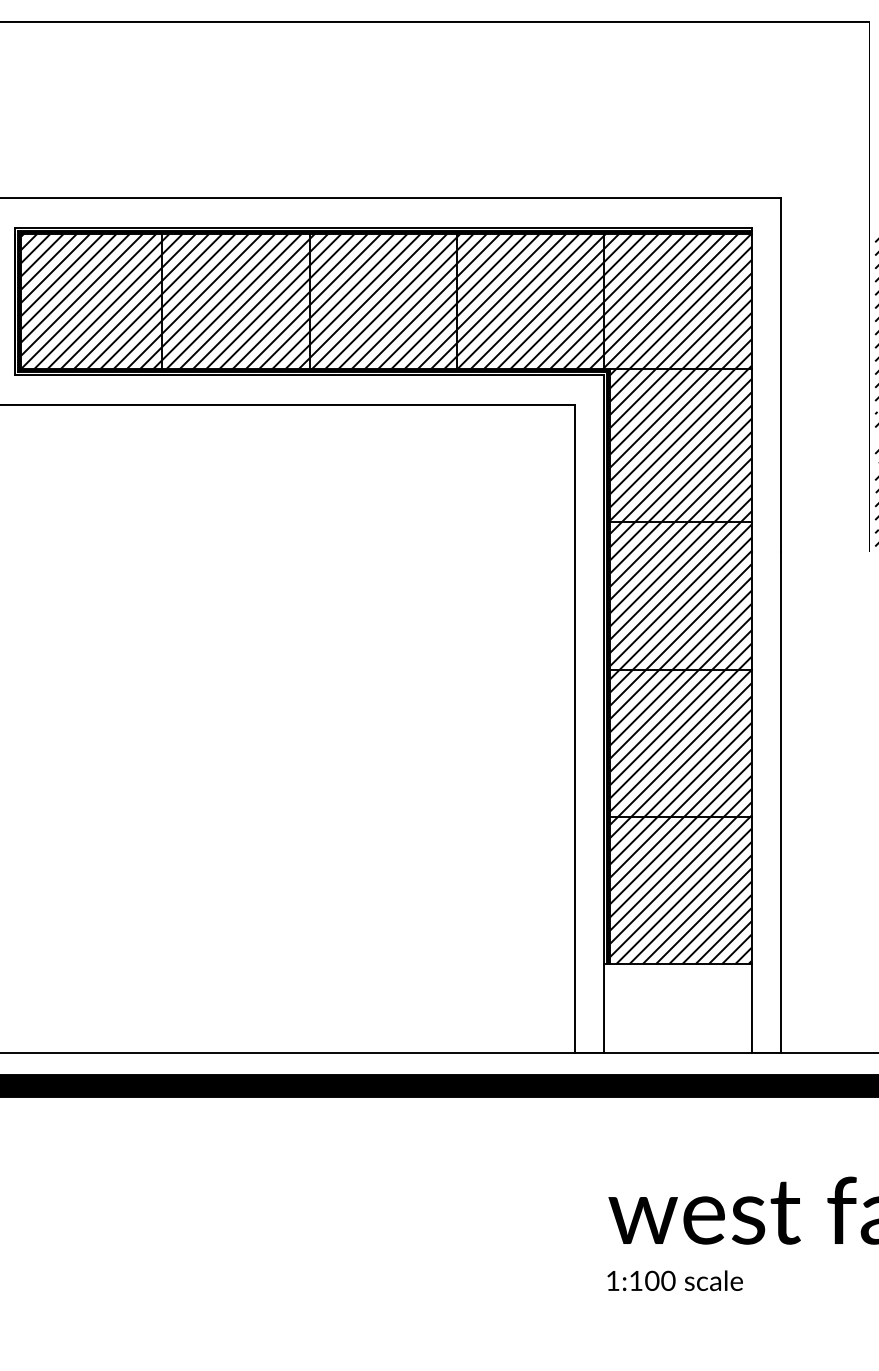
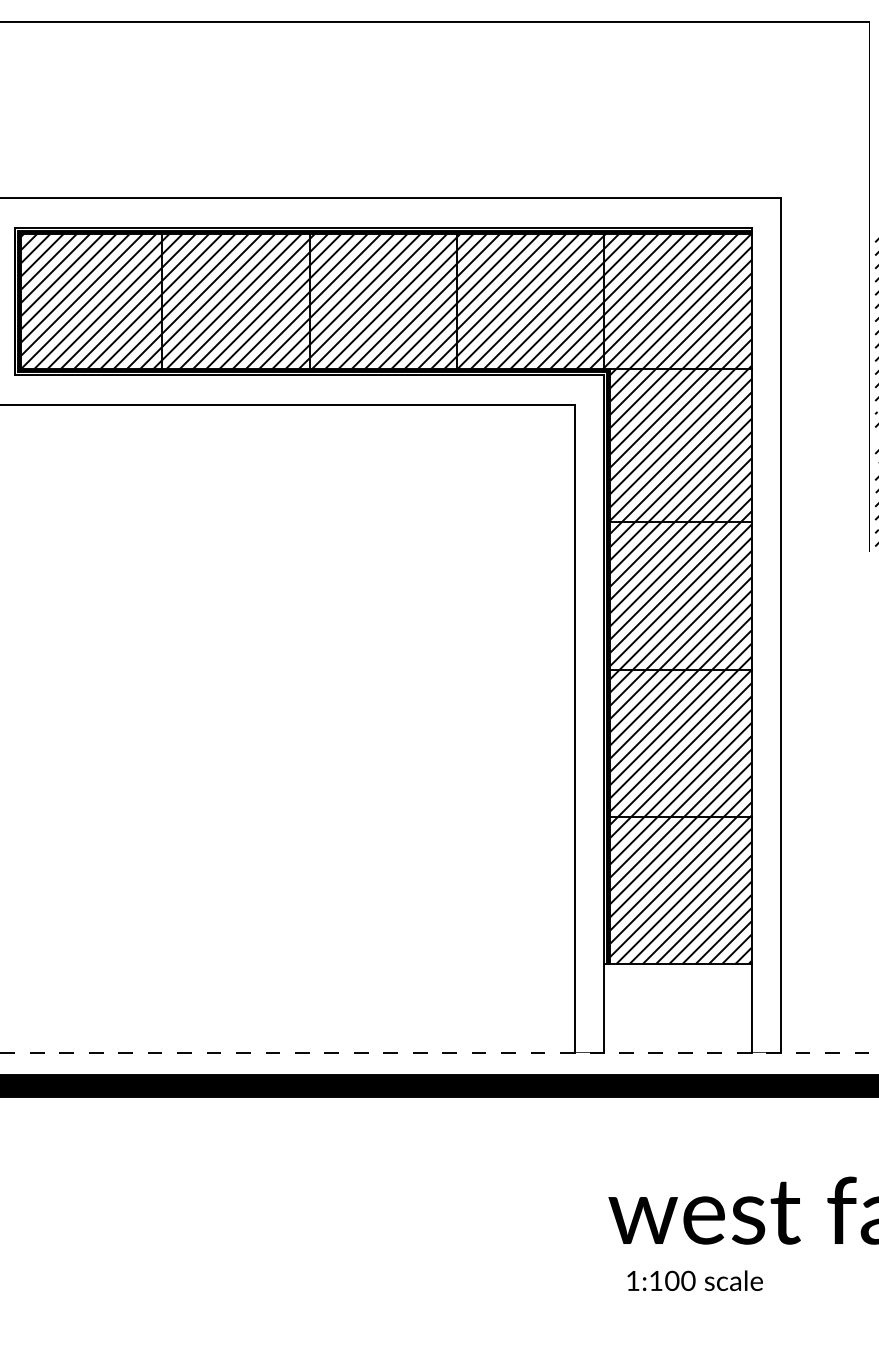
line at (439, 1052): solid -> dashed
text at (674, 1280) position: (674, 1280) -> (694, 1280)
